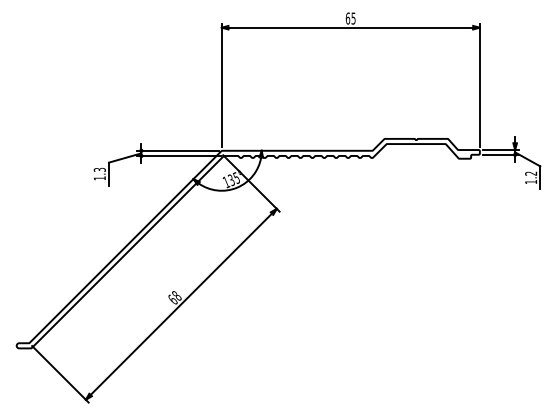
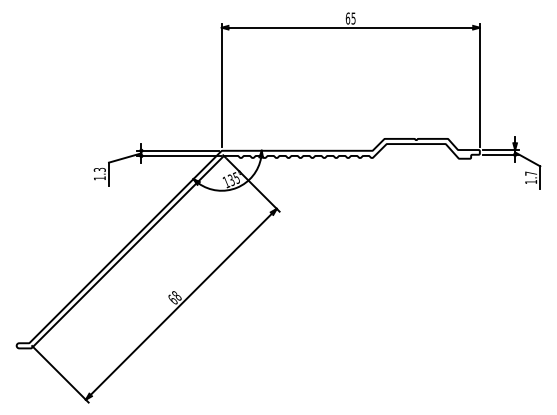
text at (531, 173): 1.2 -> 1.7
